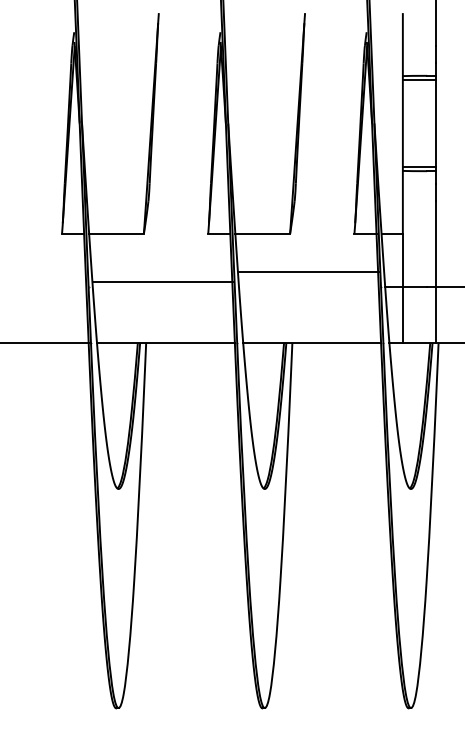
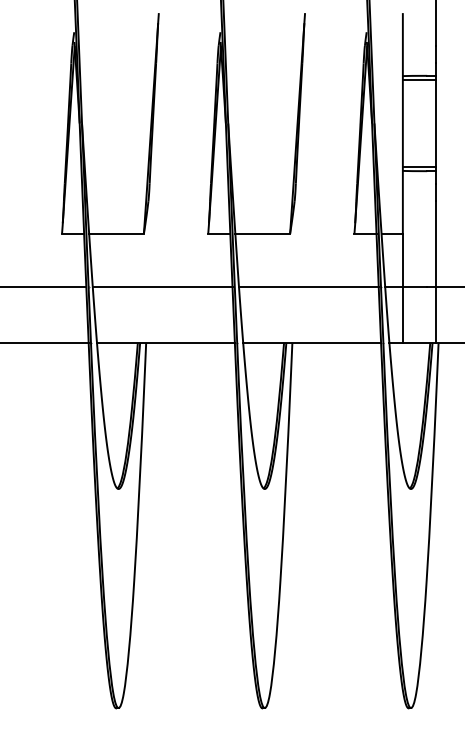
line at (308, 272) position: (308, 272) -> (308, 287)
line at (162, 282) position: (162, 282) -> (162, 287)
line at (44, 287): none -> present
